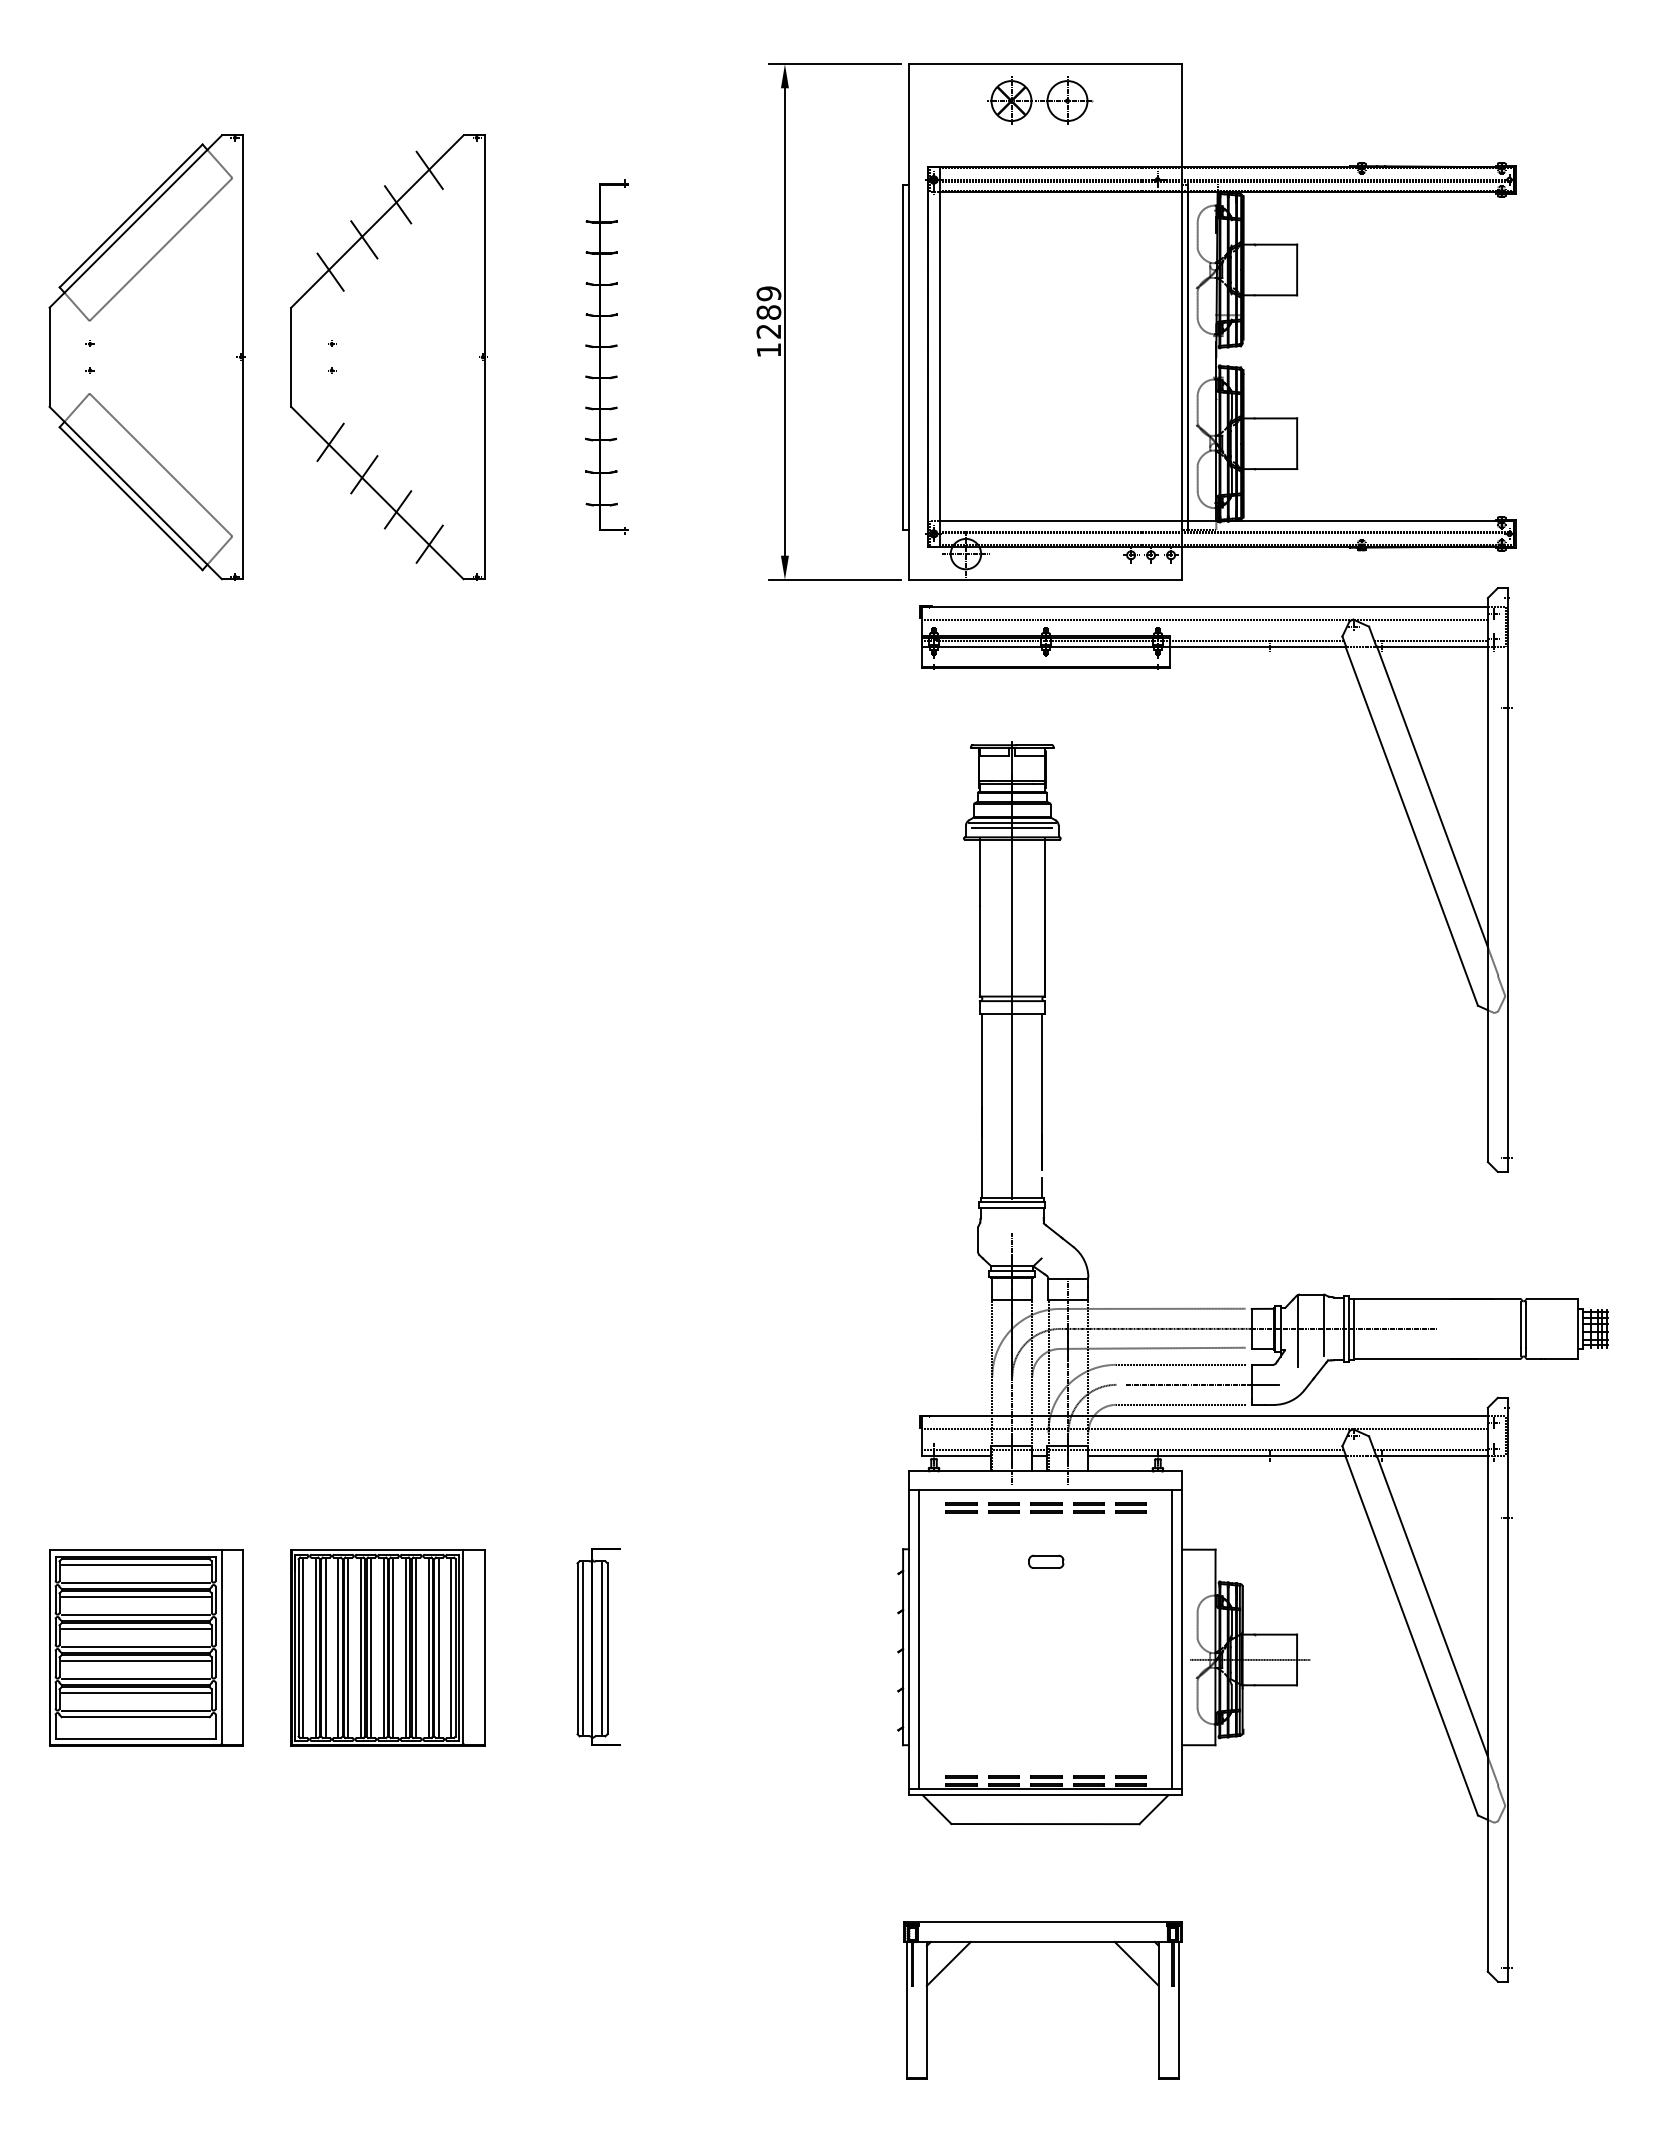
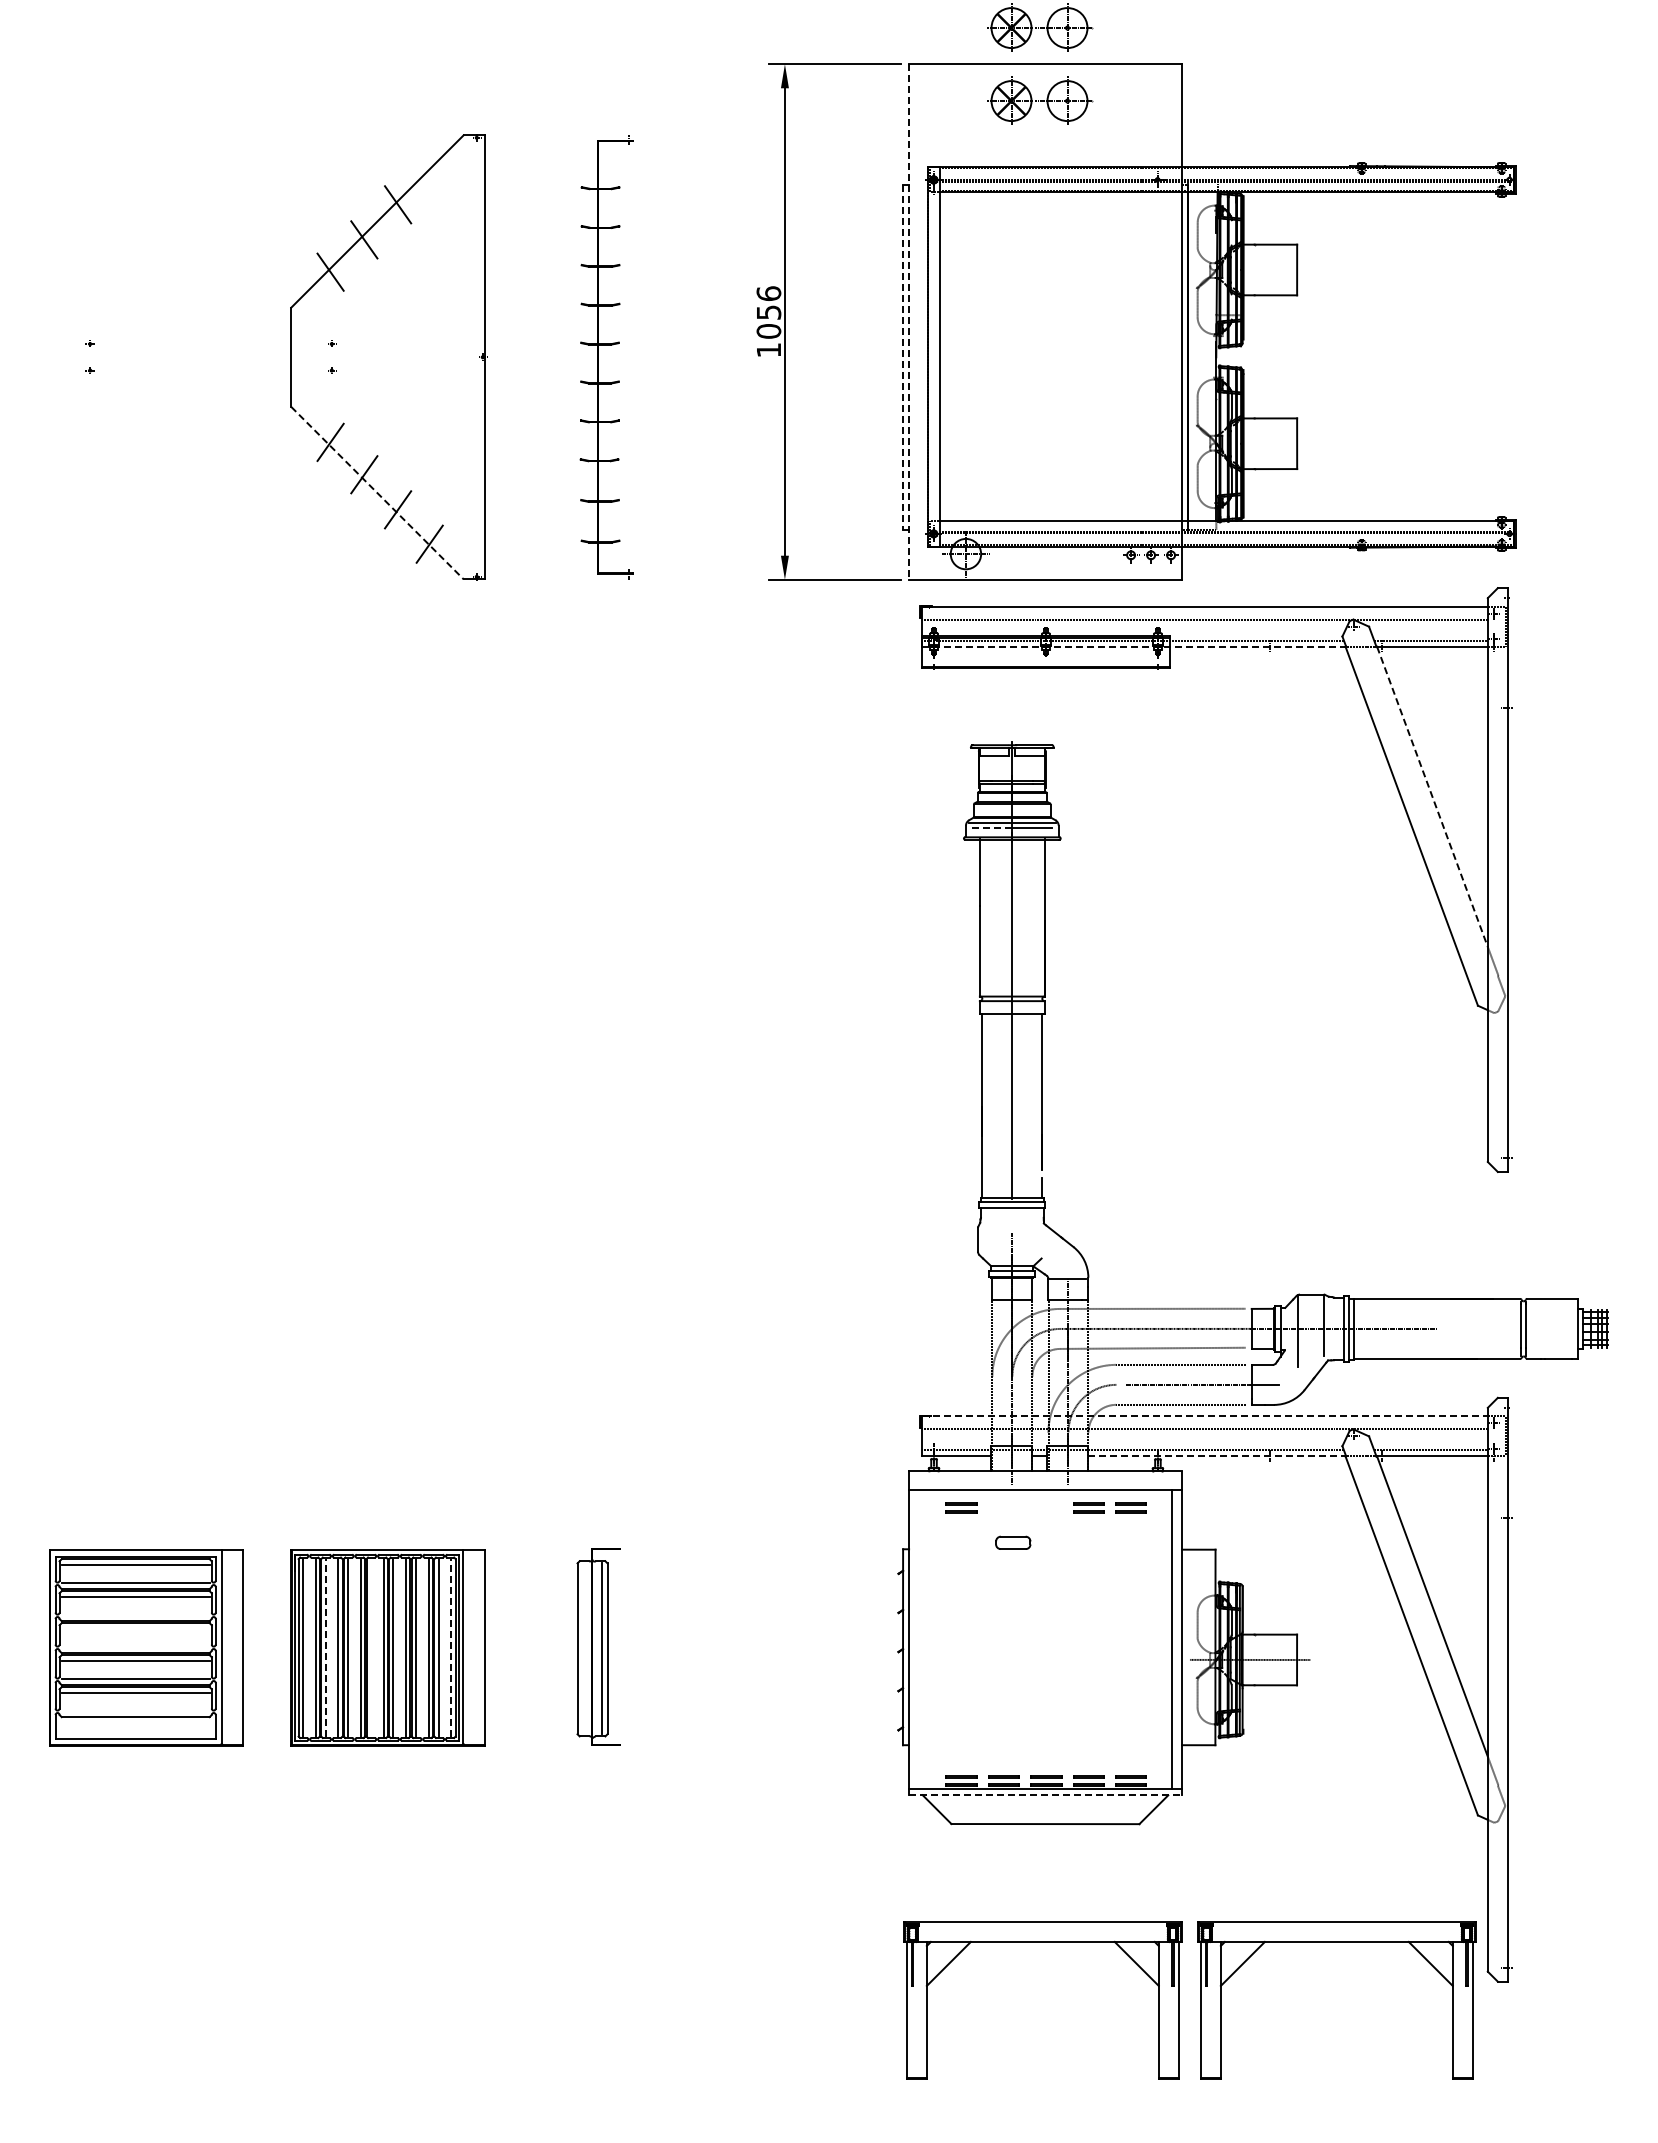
part at (1040, 27): none -> present
line at (429, 169): present -> none
text at (768, 312): 1289 -> 1056
line at (909, 322): solid -> dashed
part at (606, 356) size: 44x356 px -> 55x445 px
part at (146, 357): present -> none
line at (903, 357): solid -> dashed
line at (377, 493): solid -> dashed
line at (1134, 646): solid -> dashed
line at (1432, 797): solid -> dashed
line at (992, 827): solid -> dashed
line at (1204, 1416): solid -> dashed
line at (1217, 1456): solid -> dashed
part at (1003, 1507): present -> none
part at (1046, 1507): present -> none
part at (1046, 1561) position: (1046, 1561) -> (1013, 1542)
line at (135, 1615): present -> none
line at (135, 1629): present -> none
line at (919, 1639): present -> none
line at (135, 1647): present -> none
line at (325, 1647): solid -> dashed
line at (370, 1647): present -> none
line at (451, 1647): solid -> dashed
line at (583, 1648): present -> none
line at (135, 1711): present -> none
line at (1045, 1795): solid -> dashed
part at (1336, 1942): none -> present
